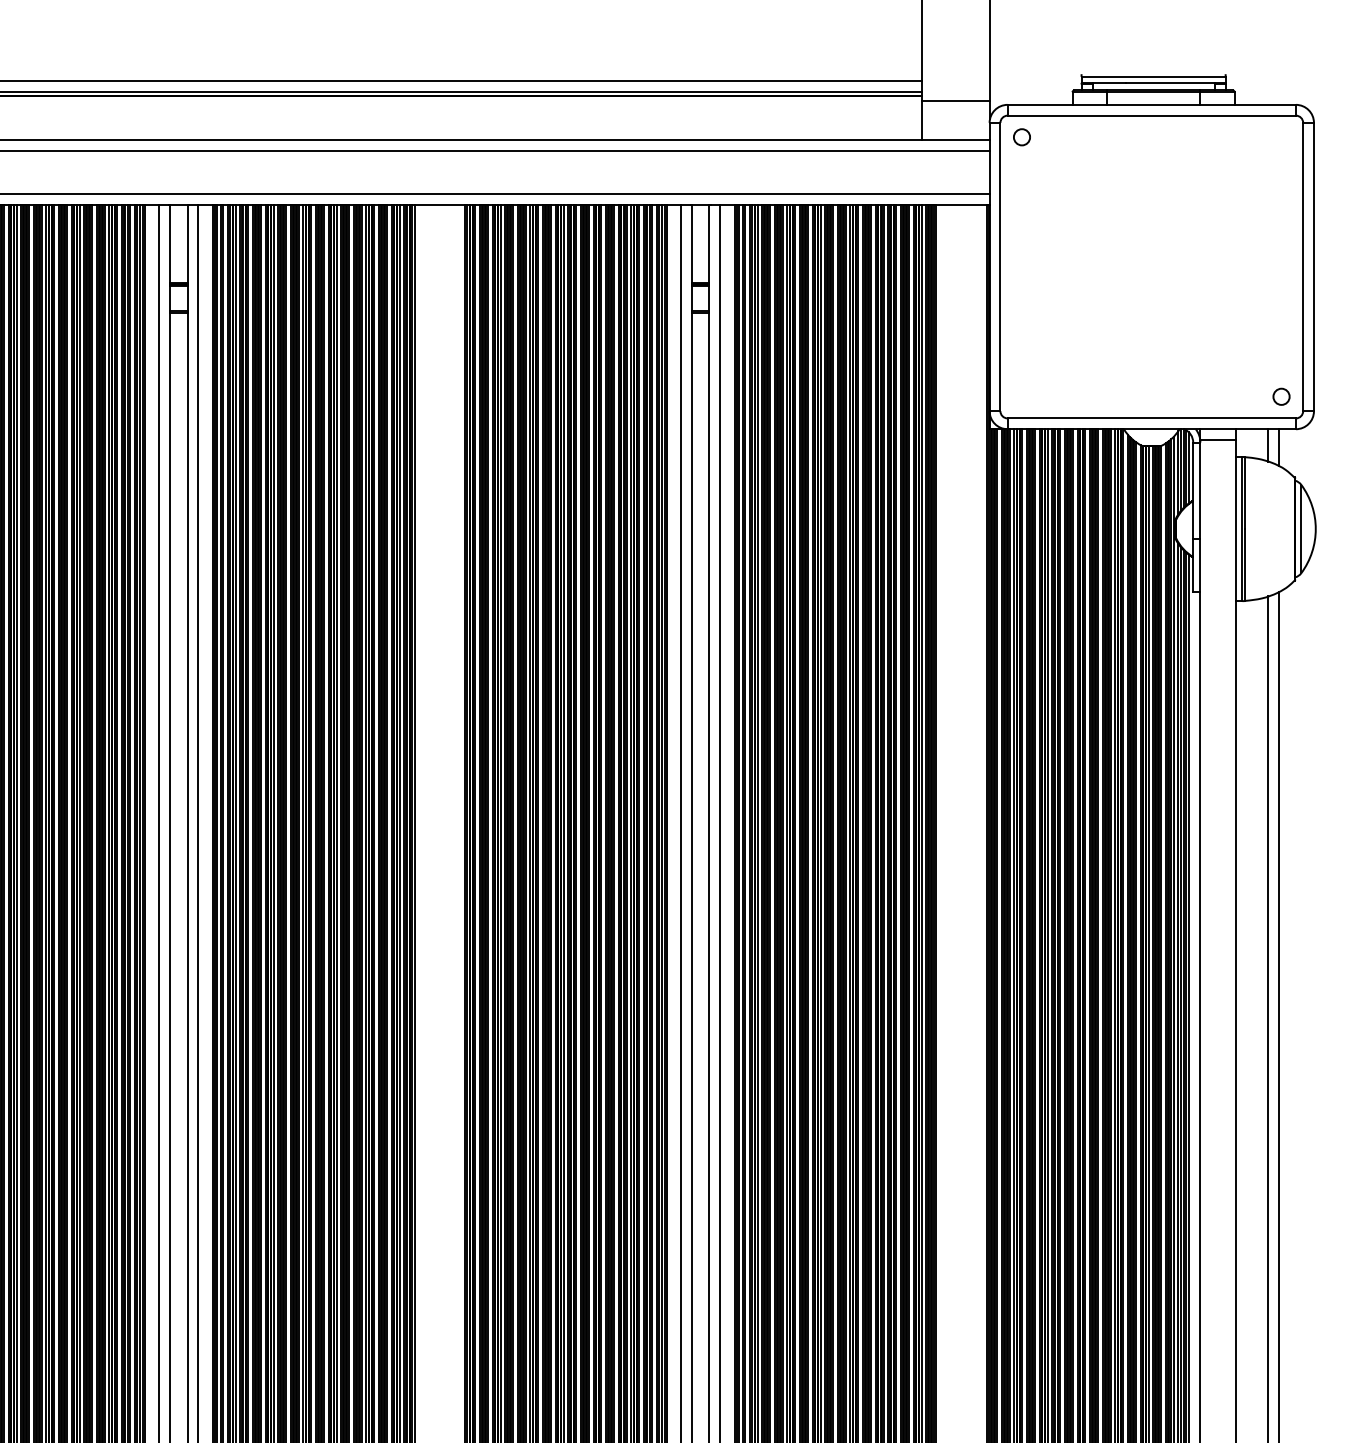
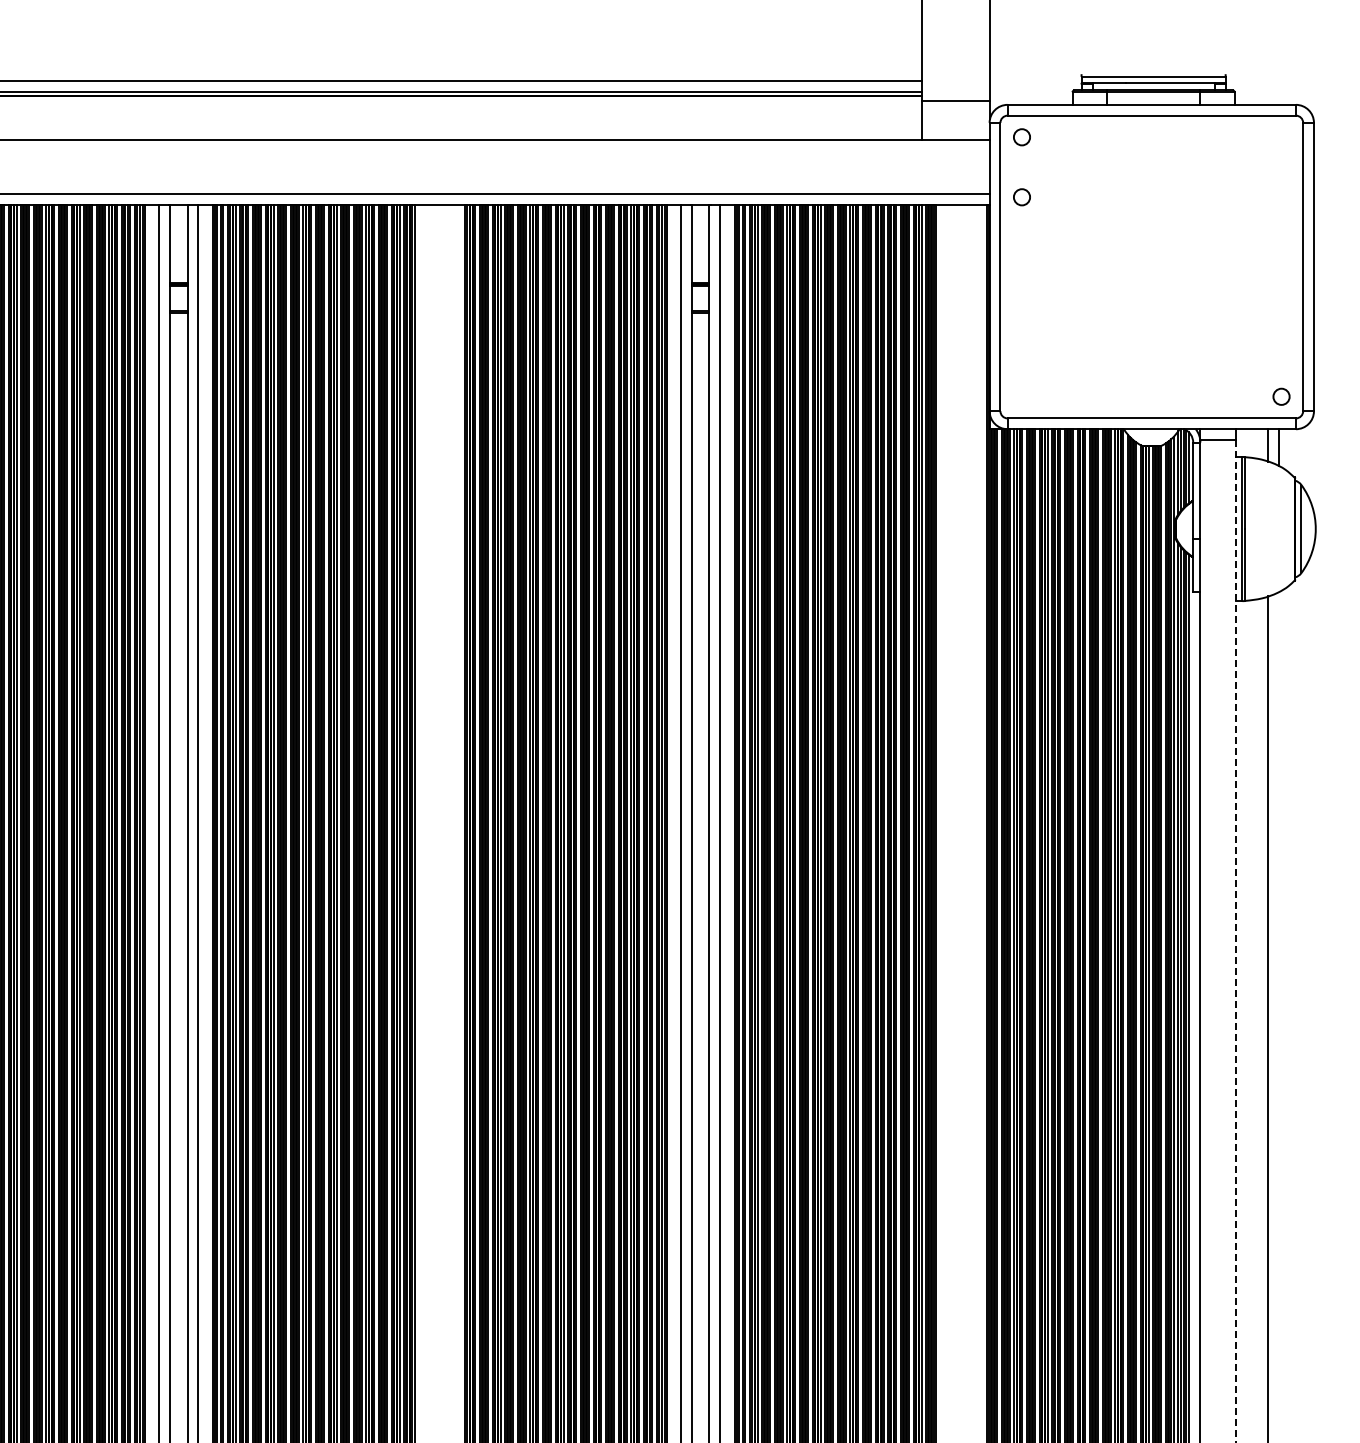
line at (495, 150): present -> none
circle at (1021, 197): none -> present
line at (1236, 940): solid -> dashed
line at (1278, 1015): present -> none
